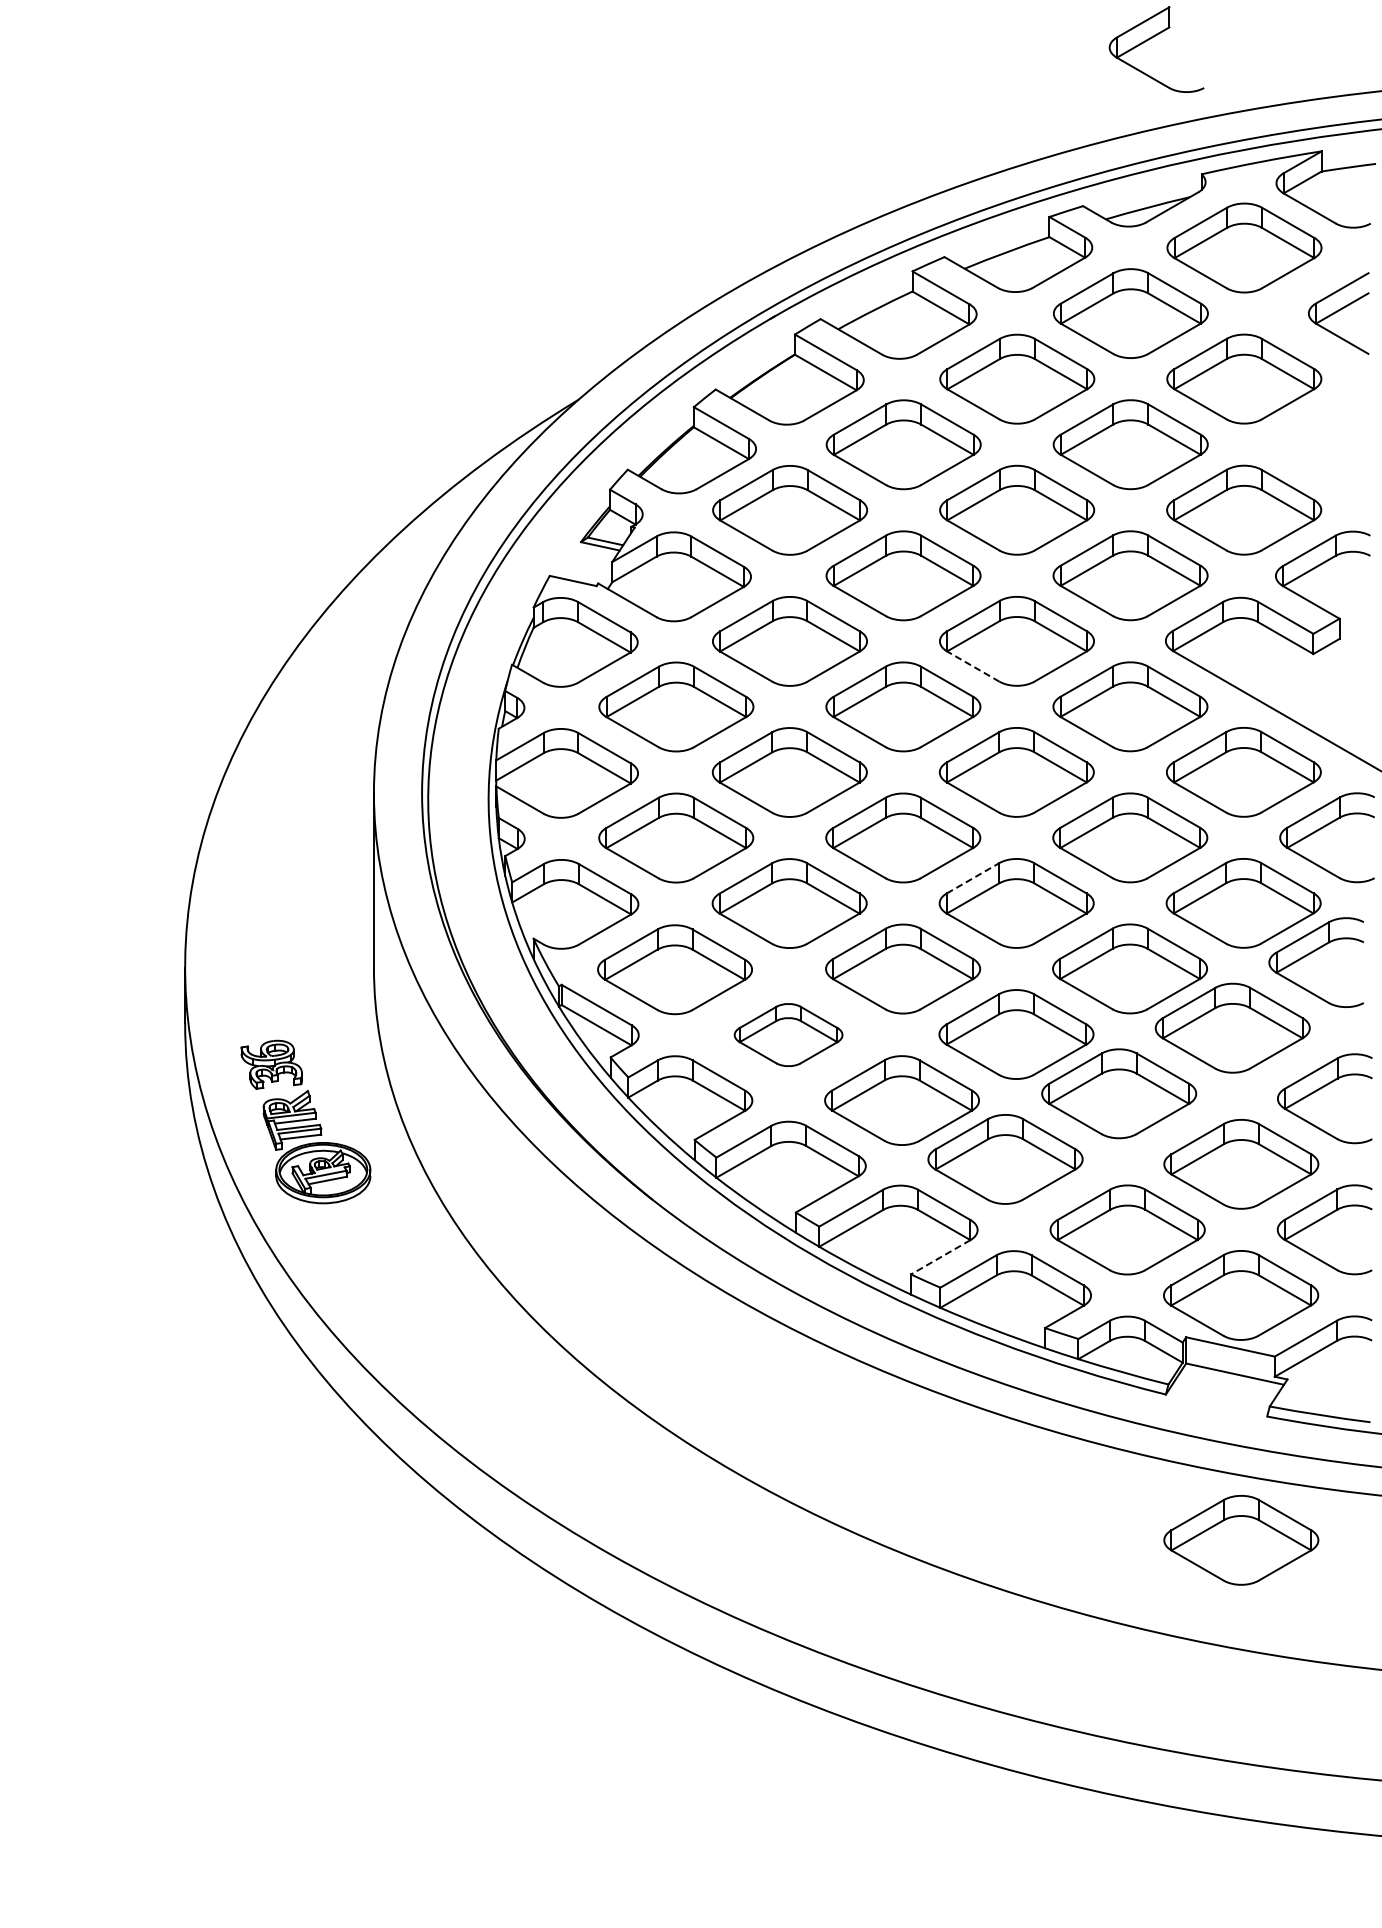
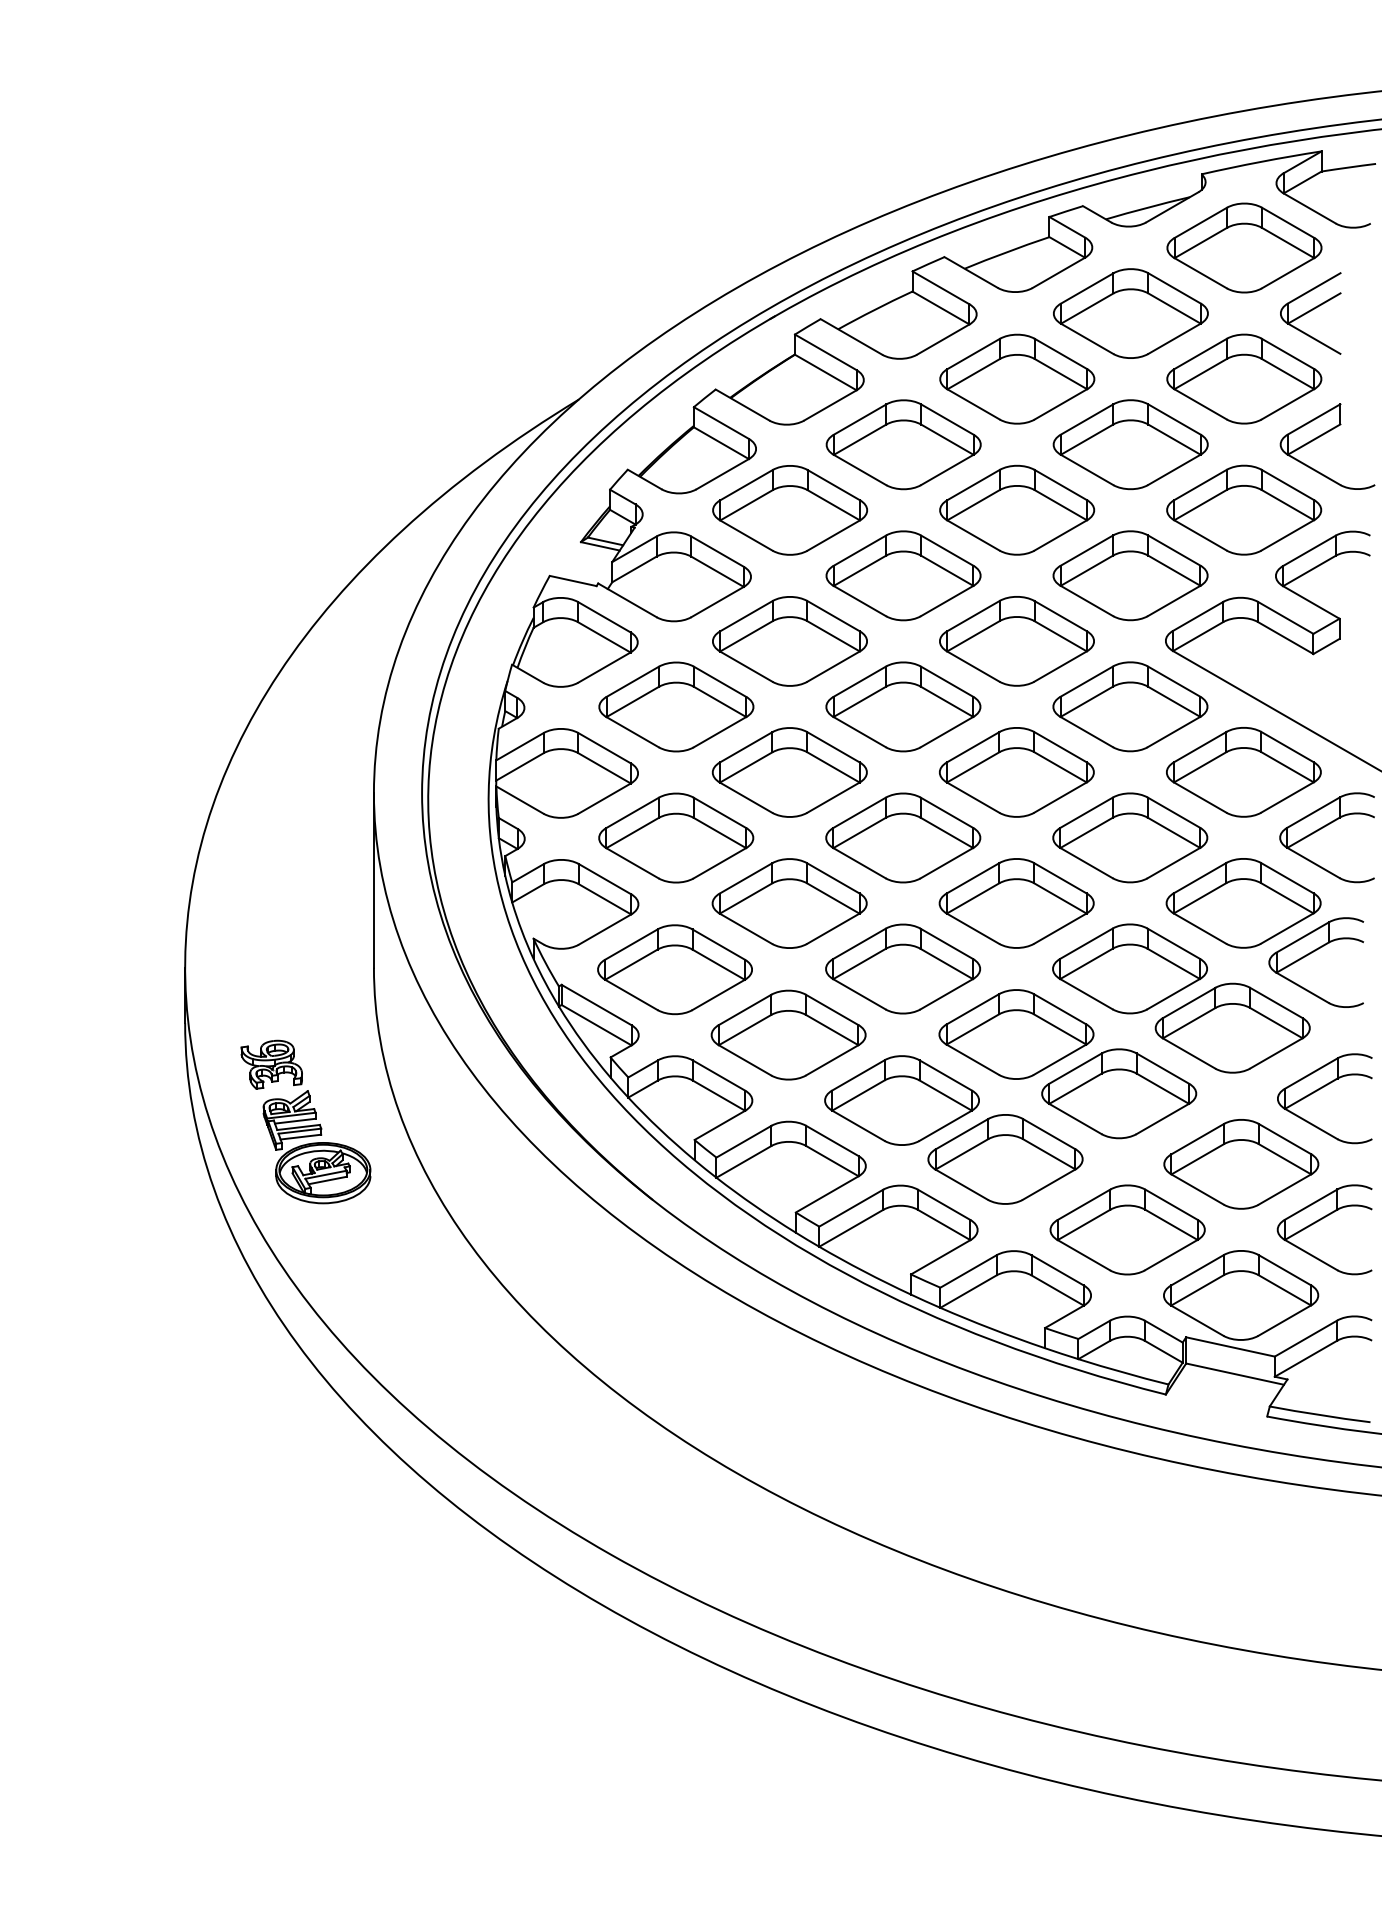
part at (1150, 39) position: (1150, 39) -> (1321, 436)
part at (1338, 313) position: (1338, 313) -> (1310, 313)
line at (972, 666): dashed -> solid
line at (973, 878): dashed -> solid
part at (788, 1034) size: 111x64 px -> 157x92 px
line at (940, 1257): dashed -> solid
part at (1241, 1540): present -> none
